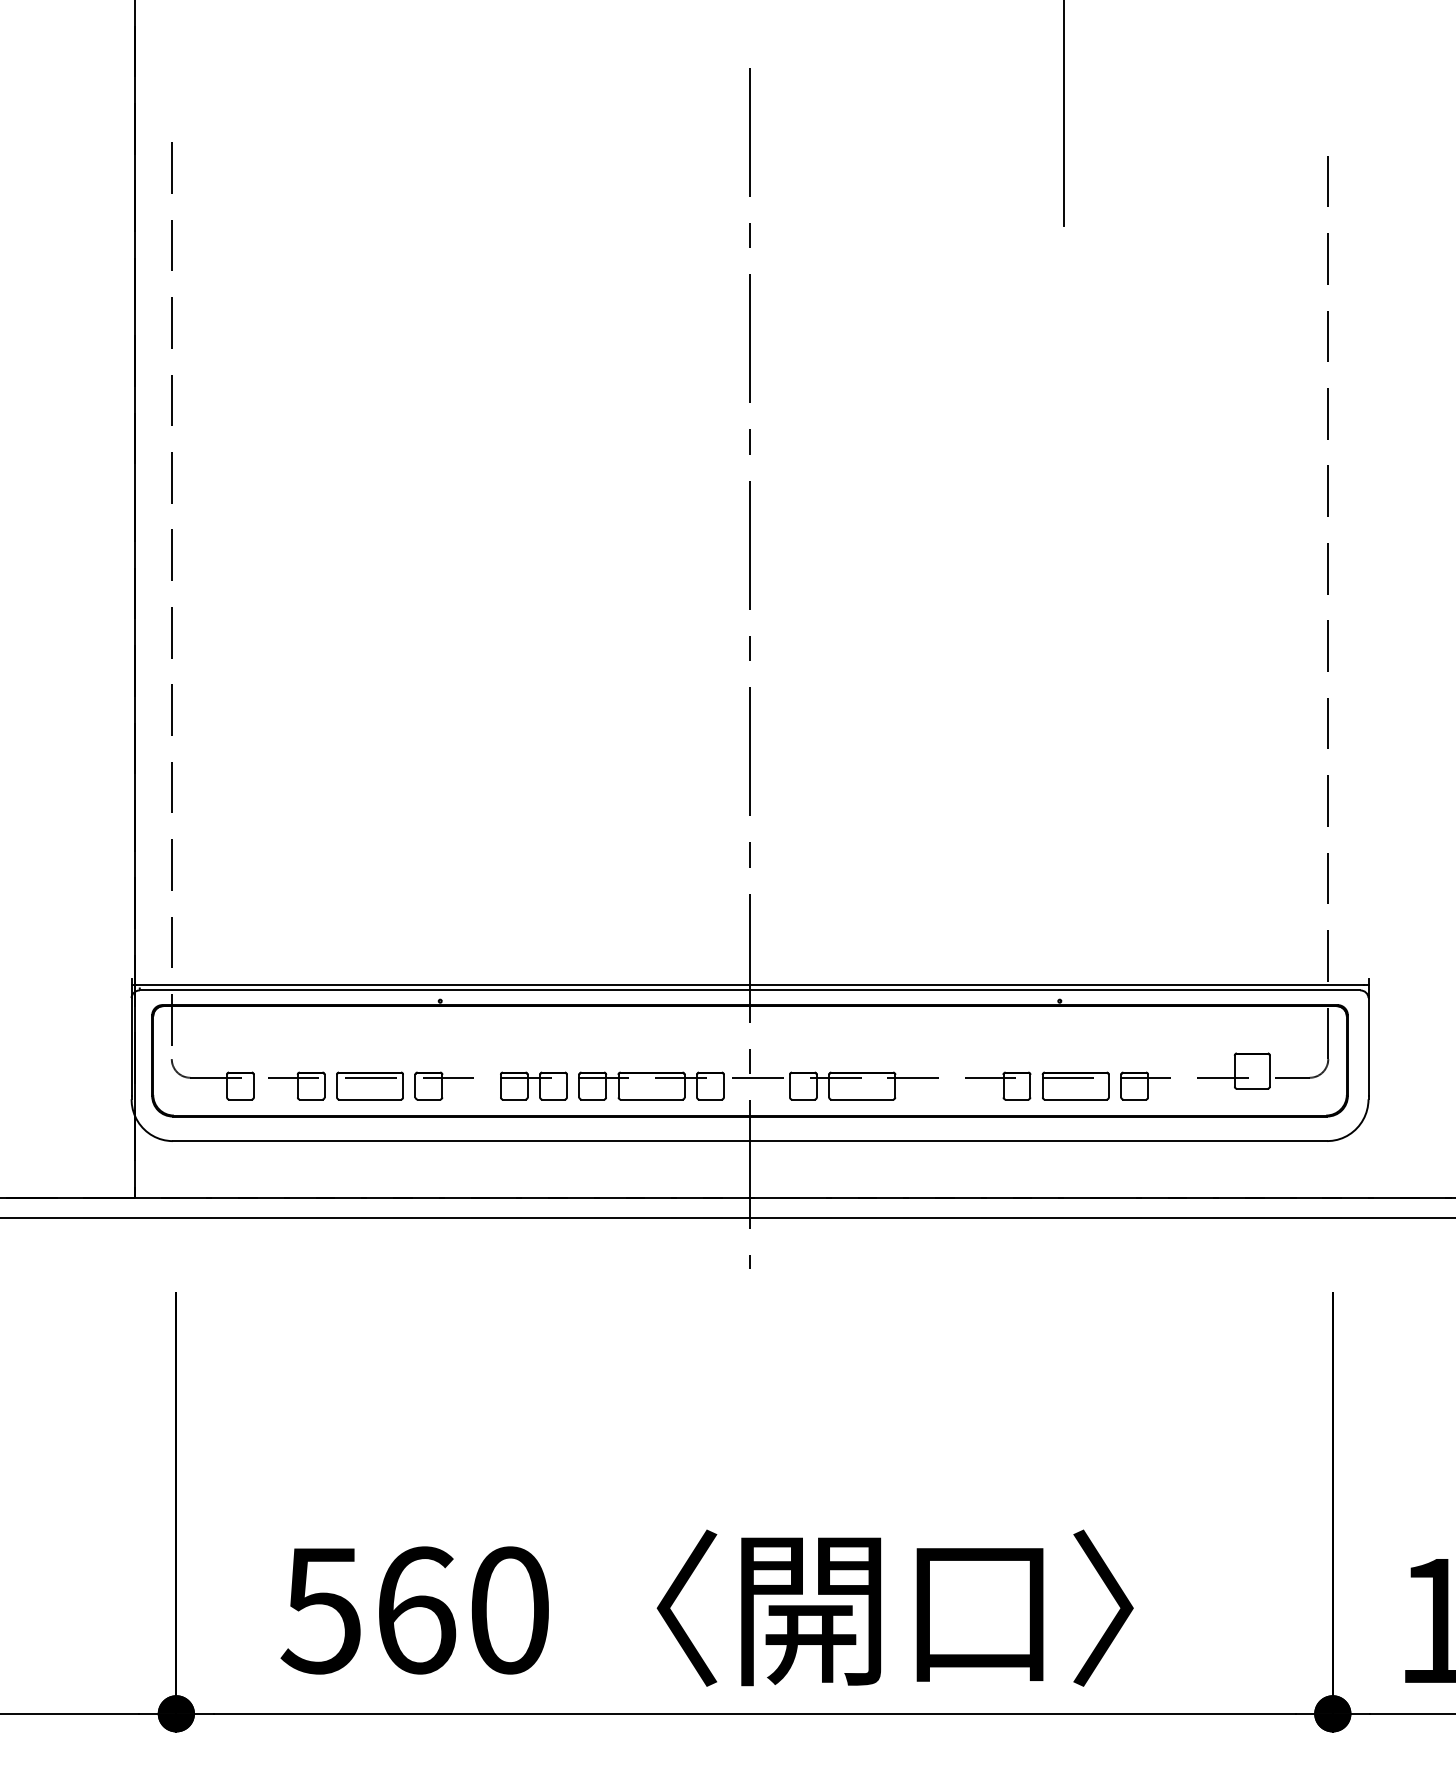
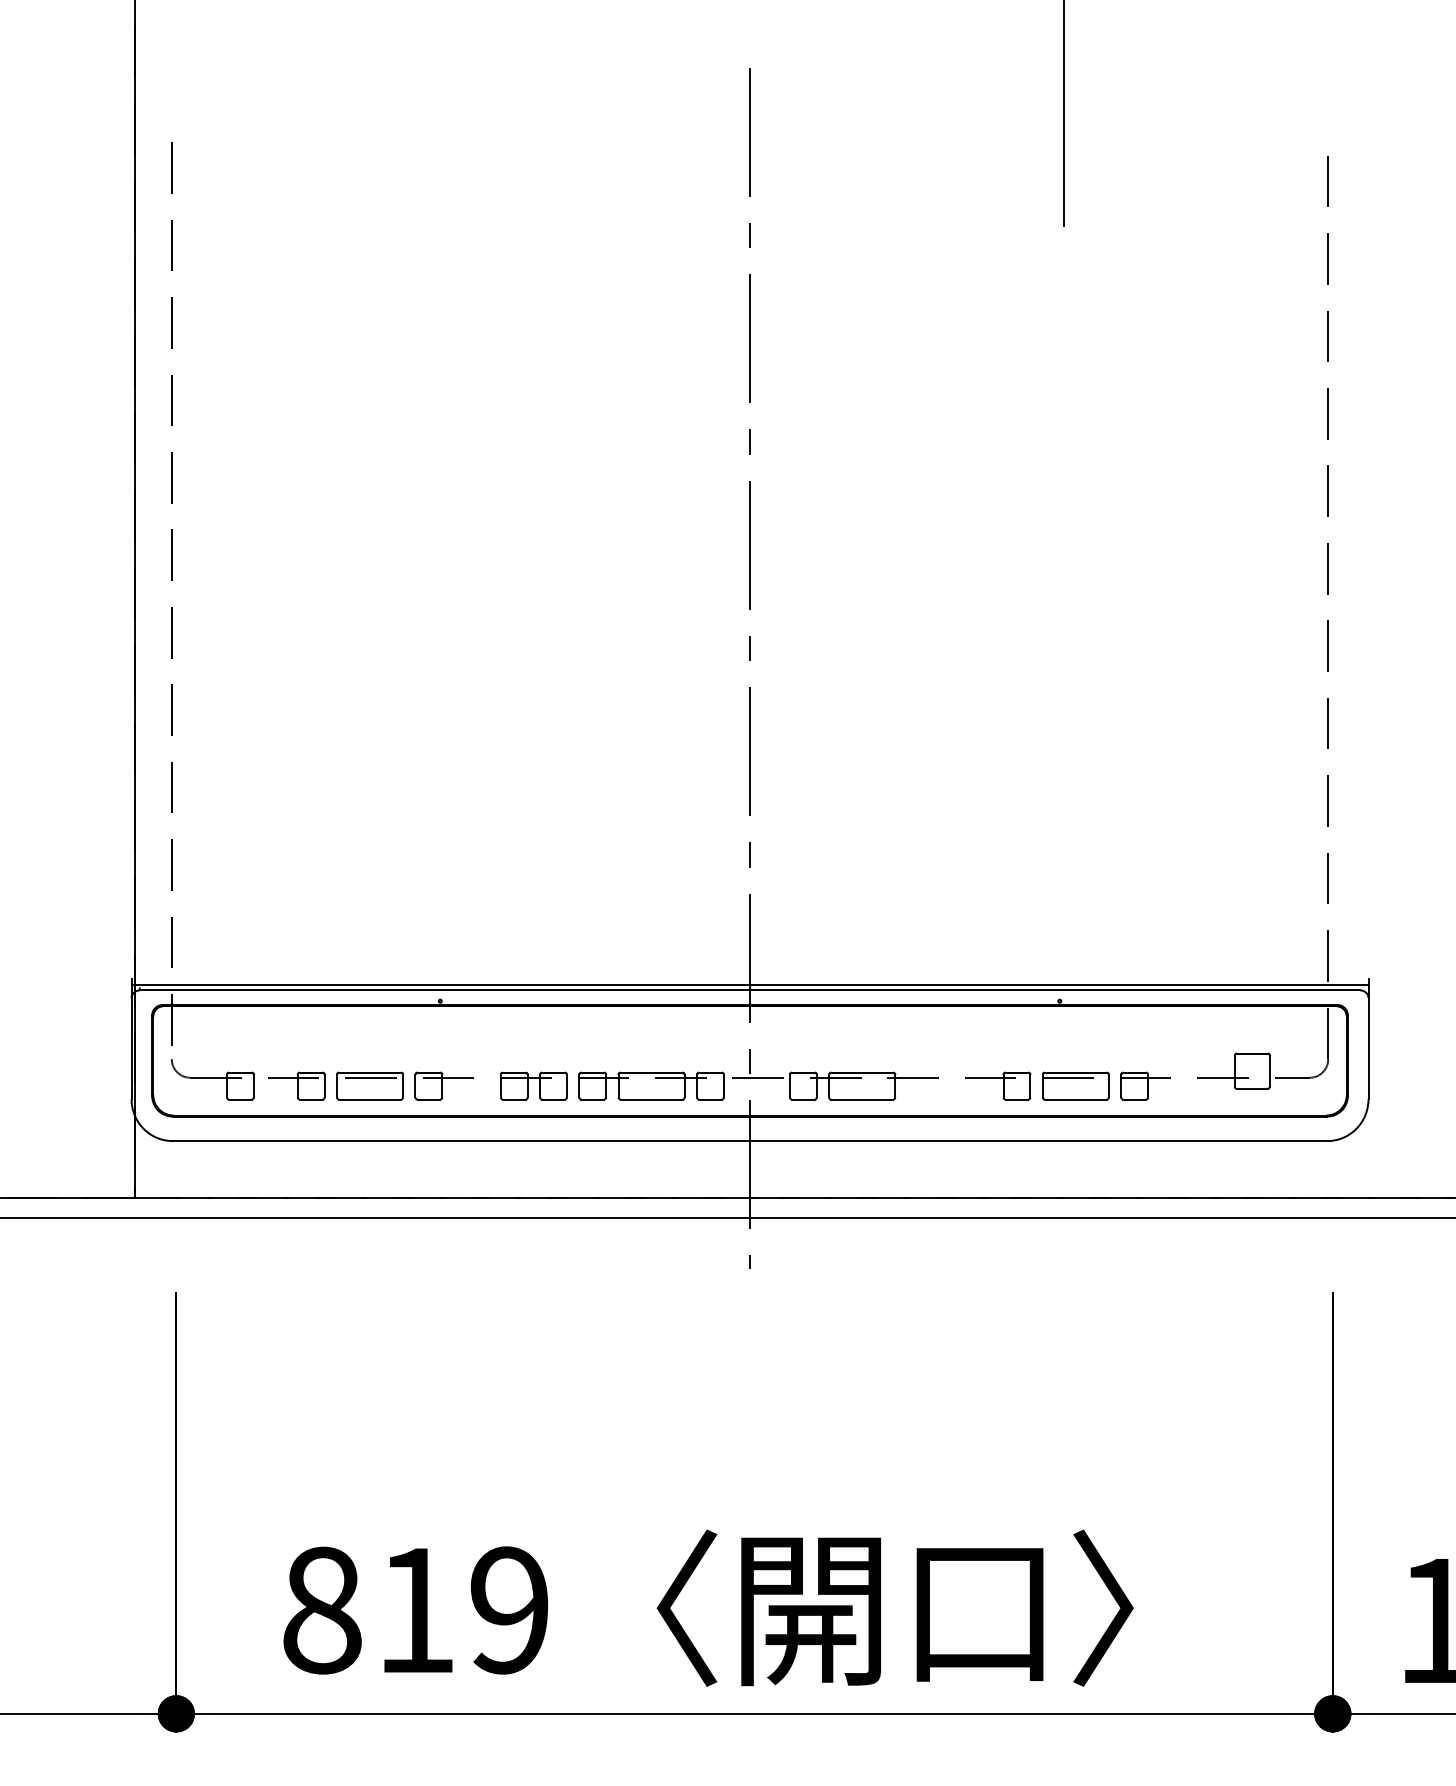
text at (414, 1610): 560 -> 819
